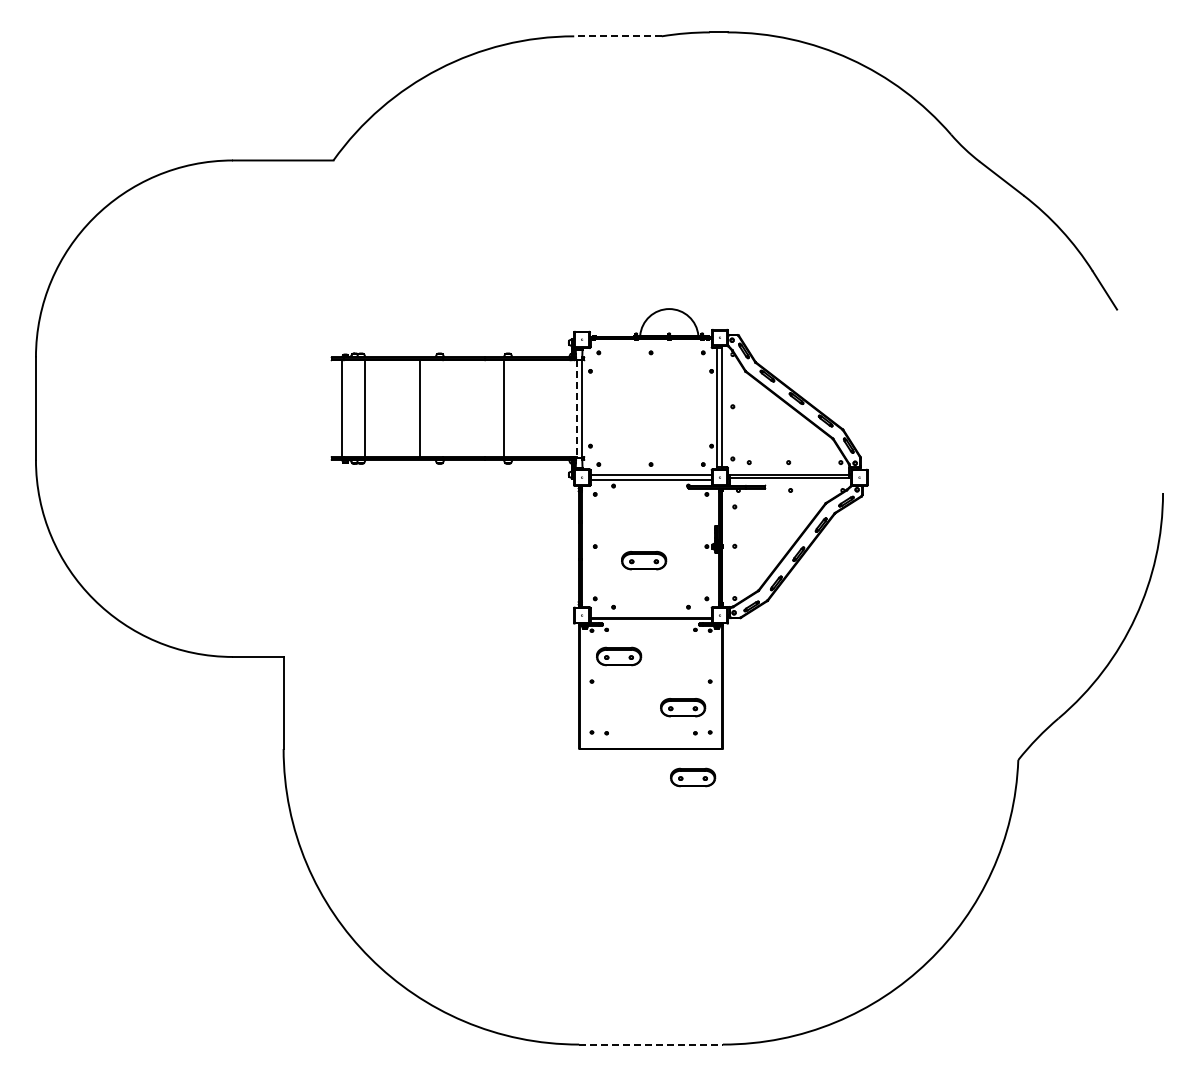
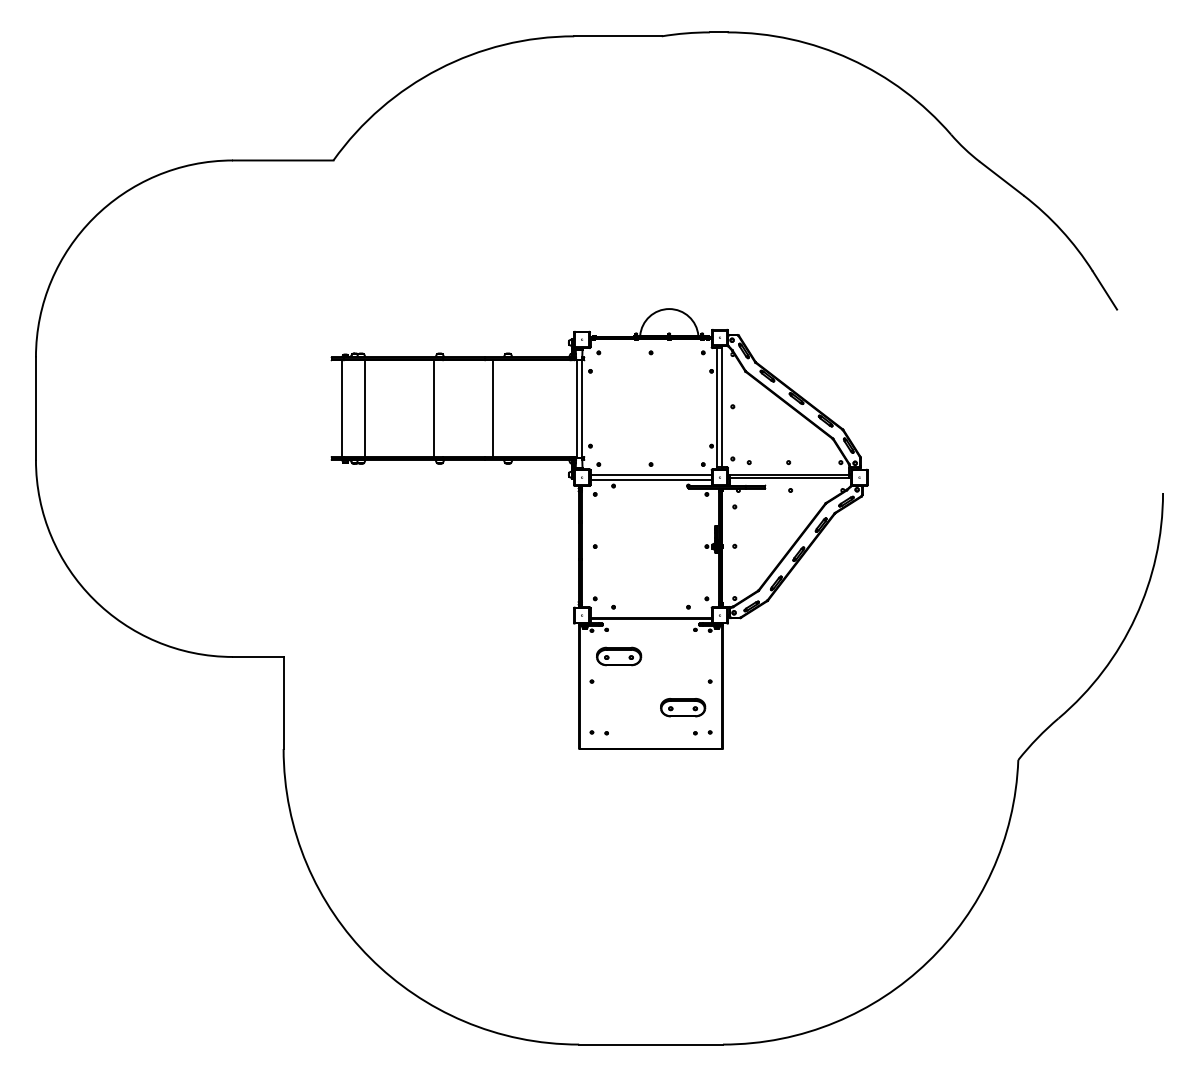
line at (618, 36): dashed -> solid
line at (420, 408) position: (420, 408) -> (434, 408)
line at (503, 408) position: (503, 408) -> (492, 408)
line at (576, 408): dashed -> solid
part at (644, 560): present -> none
part at (693, 777): present -> none
line at (651, 1044): dashed -> solid
